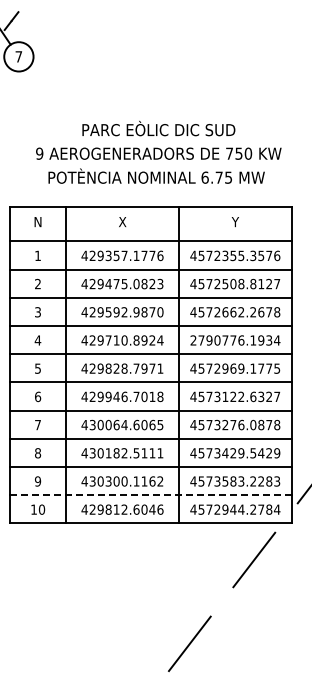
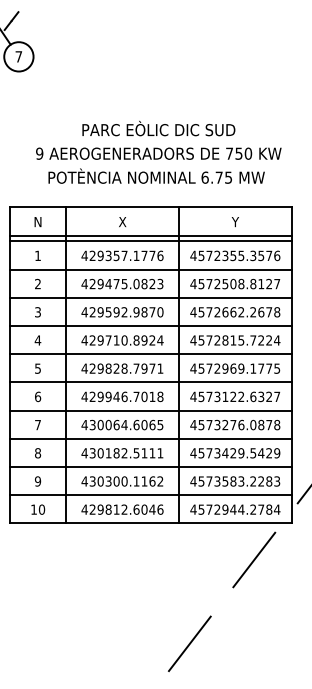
line at (150, 235): none -> present
text at (231, 340): 2790776.1934 -> 4572815.7224
line at (150, 495): dashed -> solid
